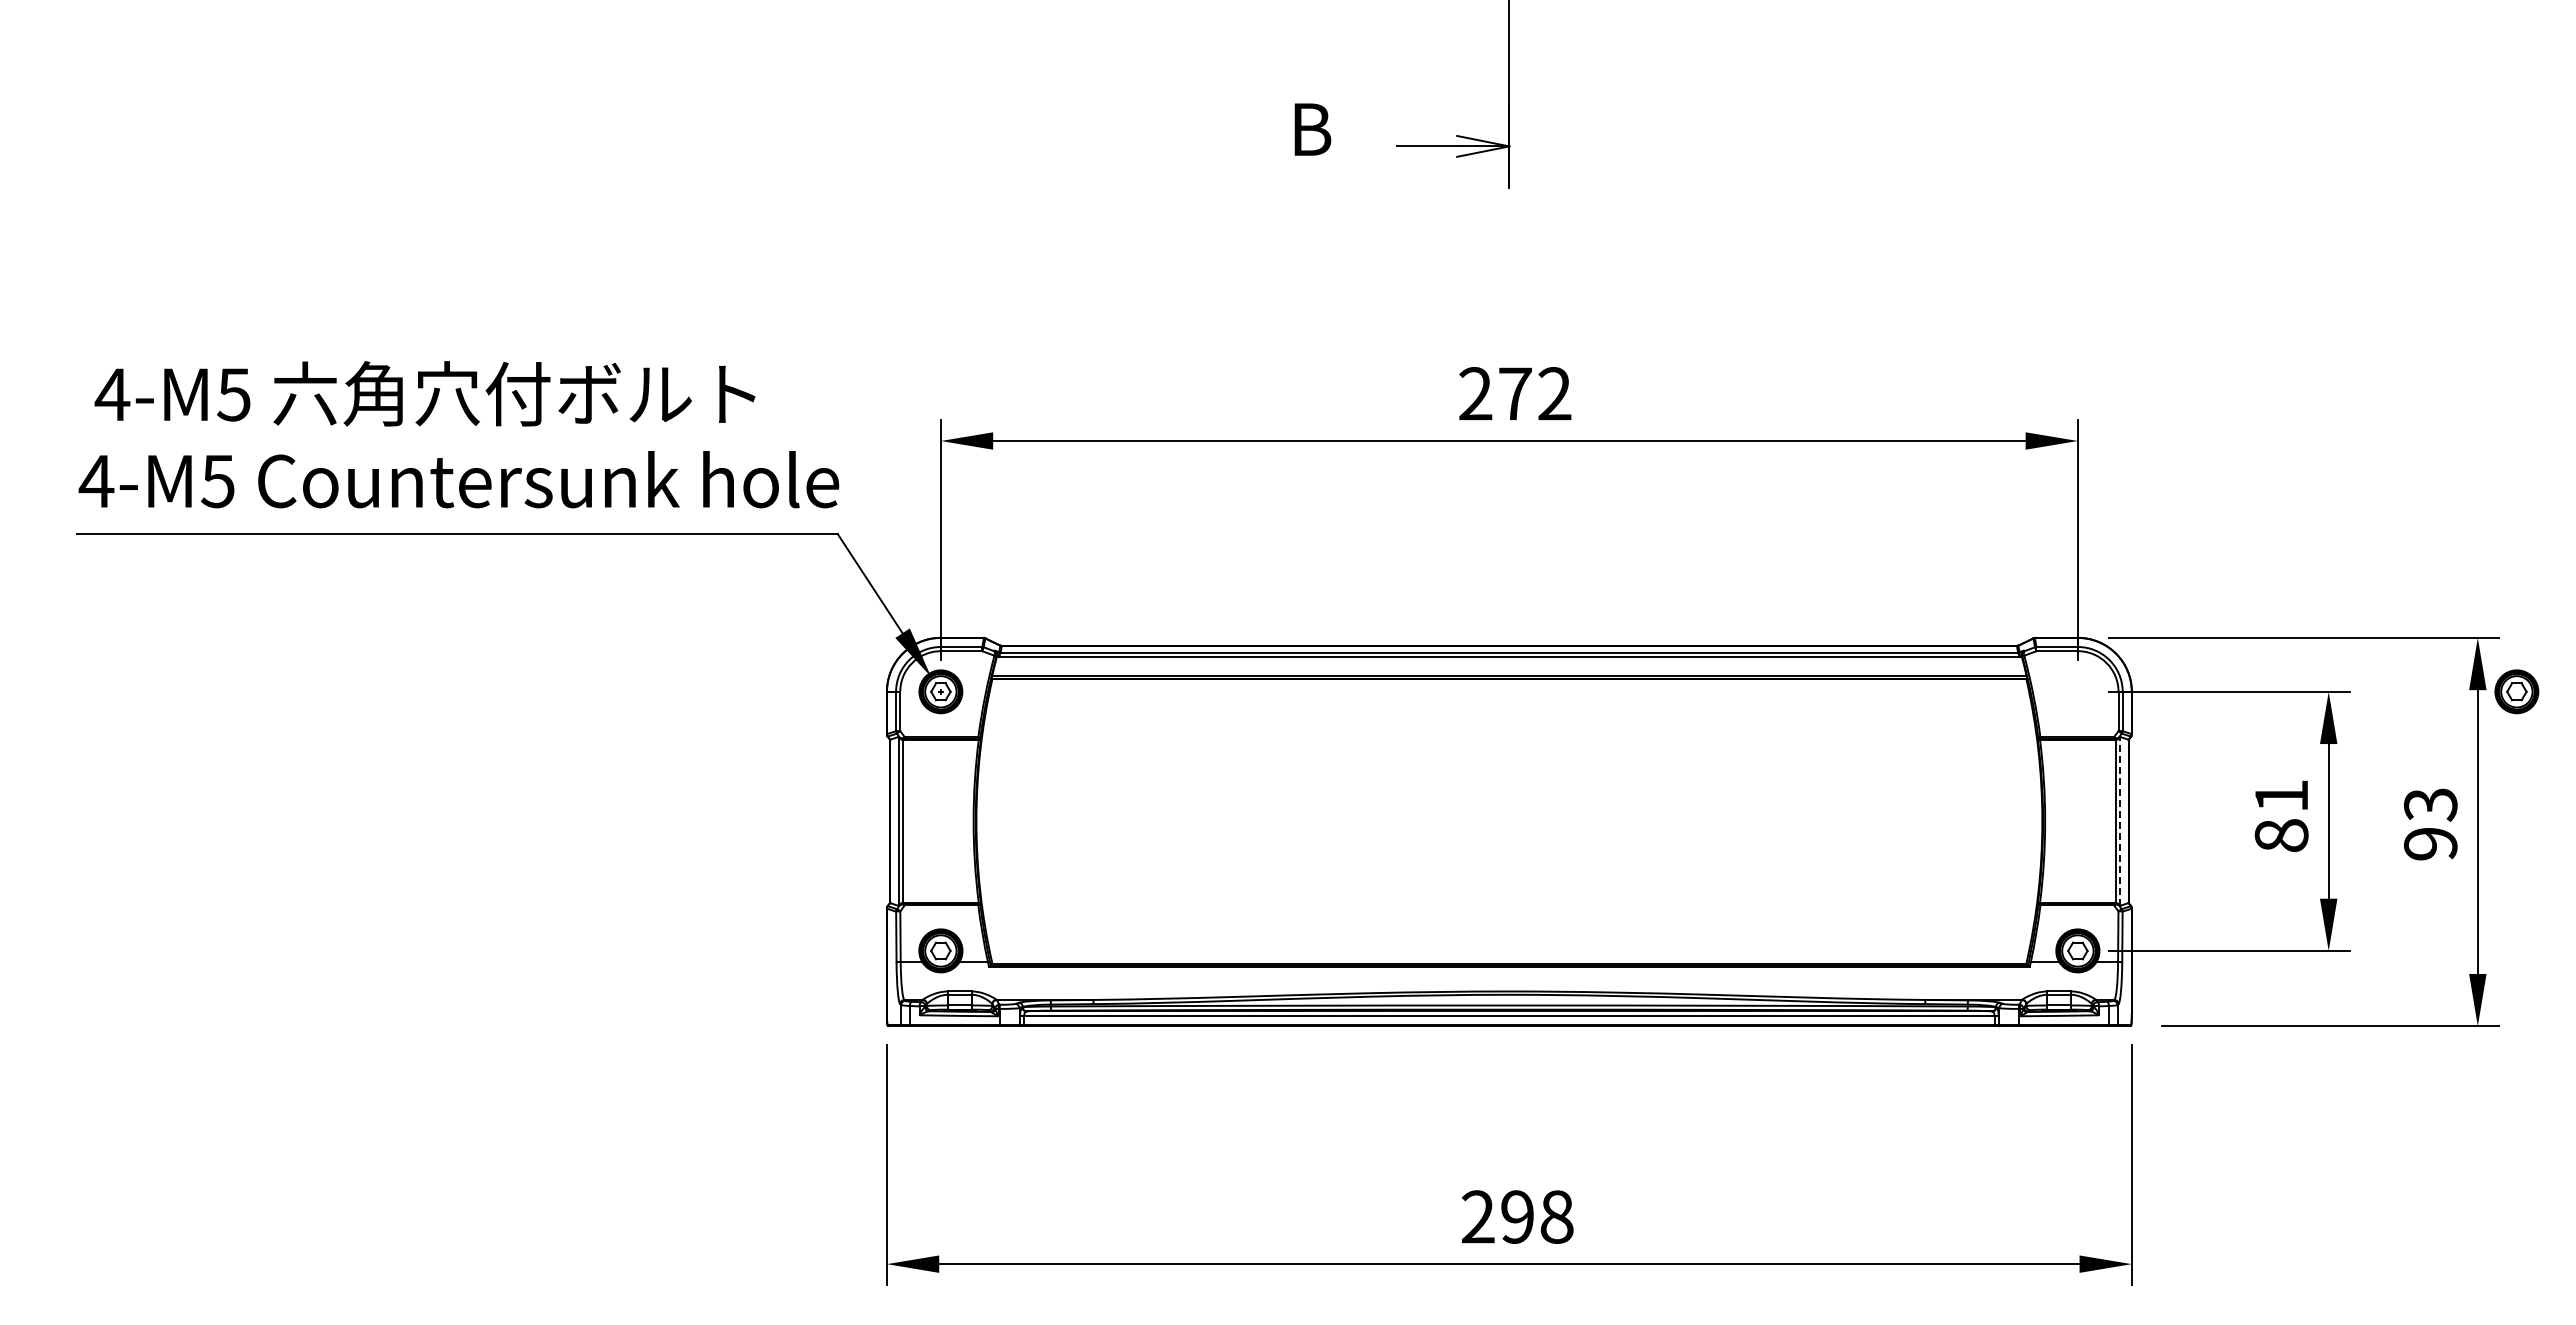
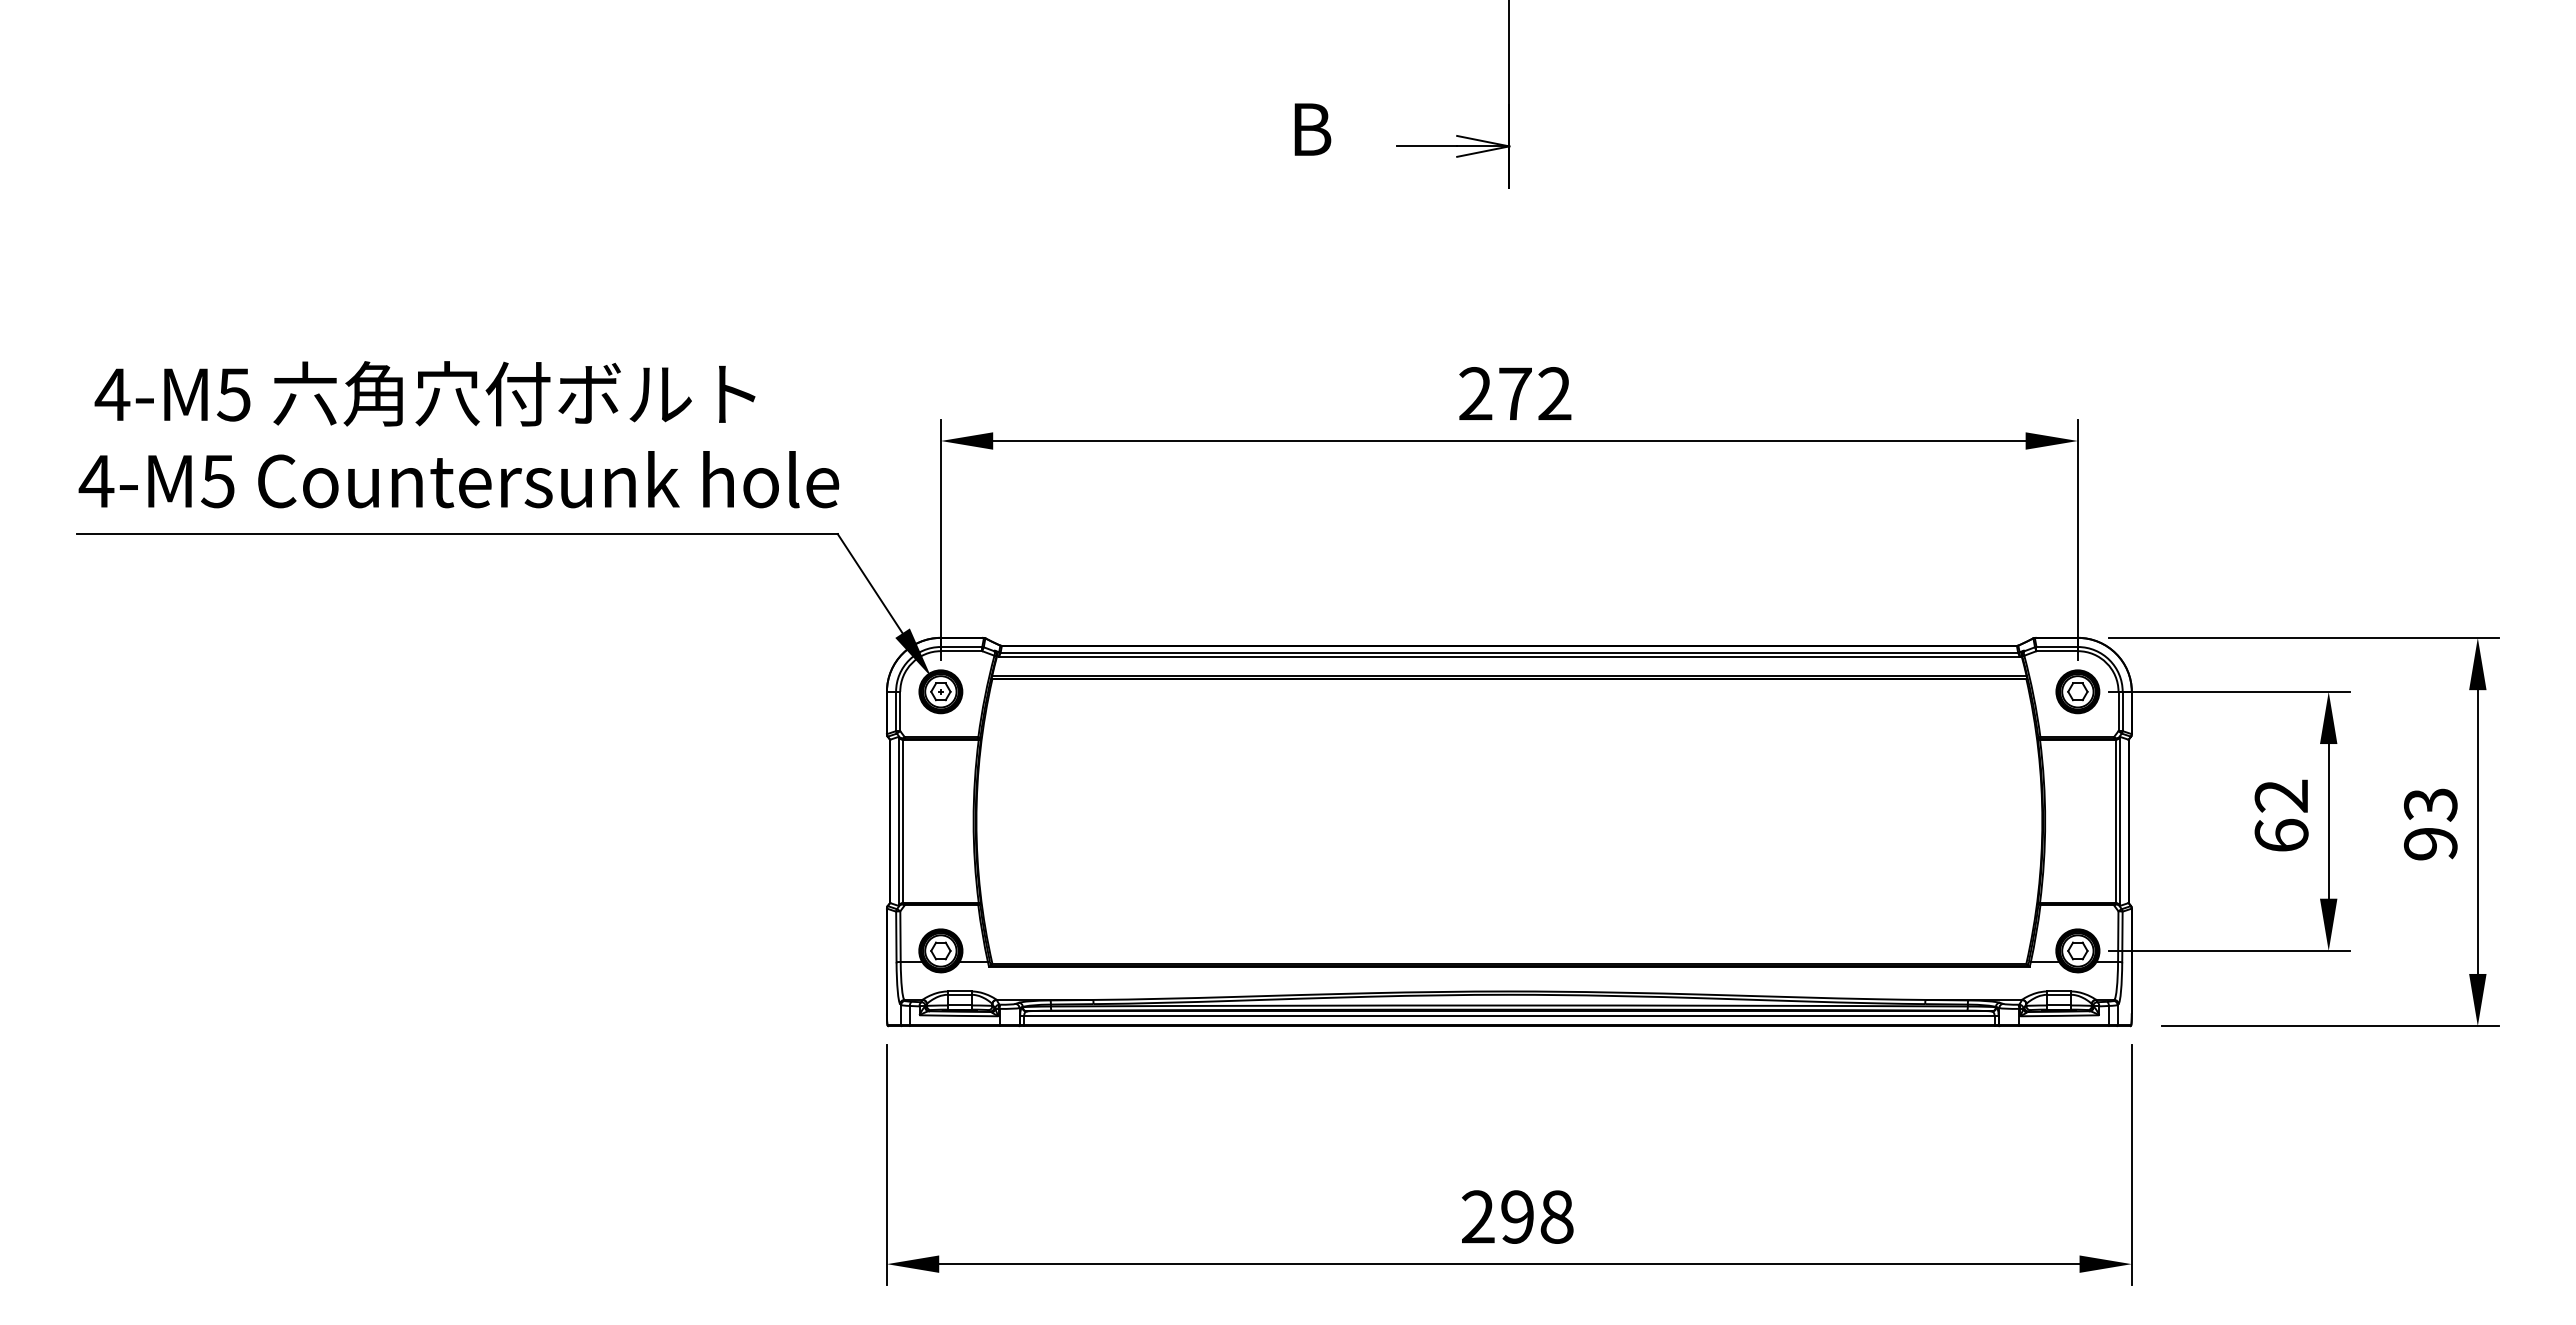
part at (2516, 691) position: (2516, 691) -> (2077, 691)
text at (2281, 815): 81 -> 62
line at (2120, 820): dashed -> solid
